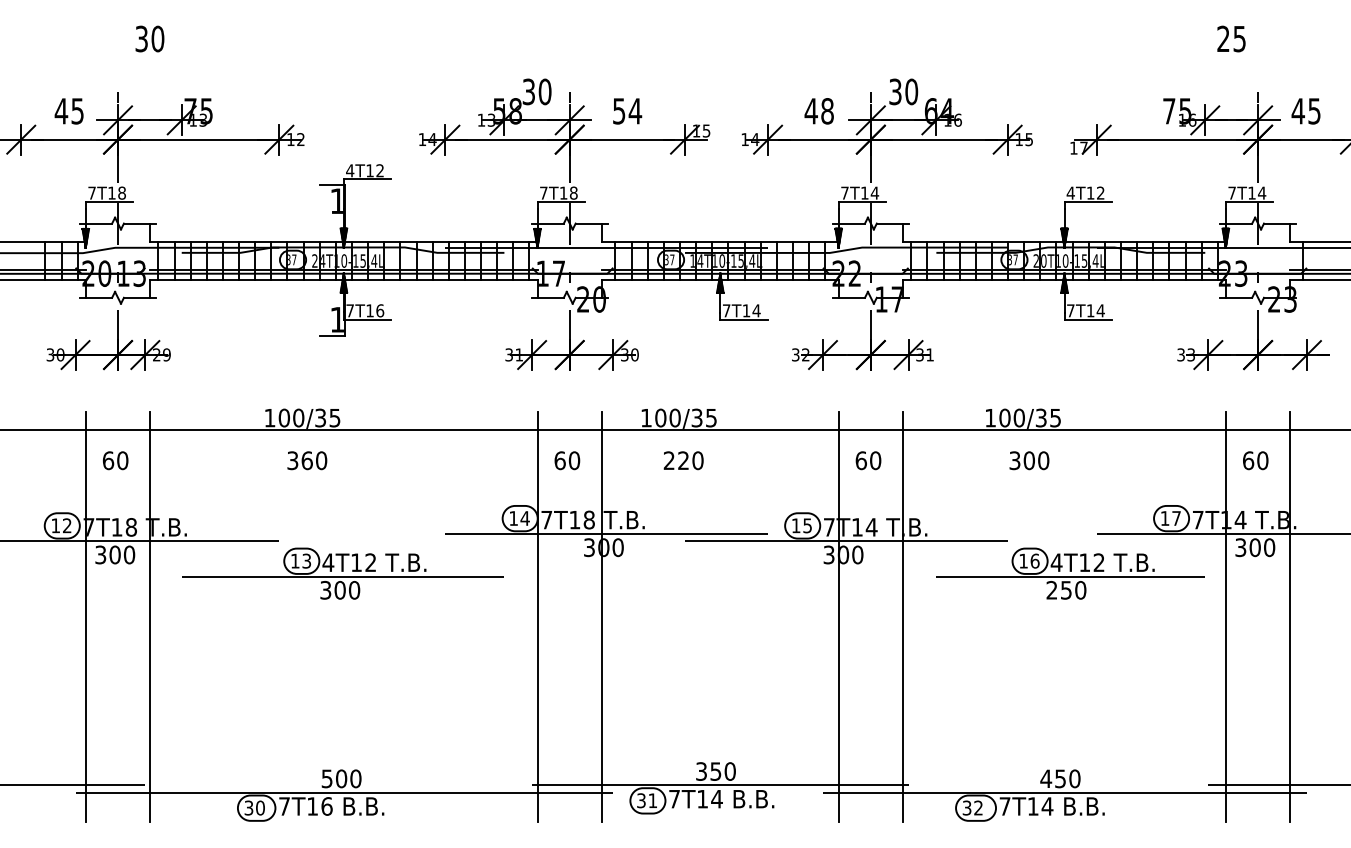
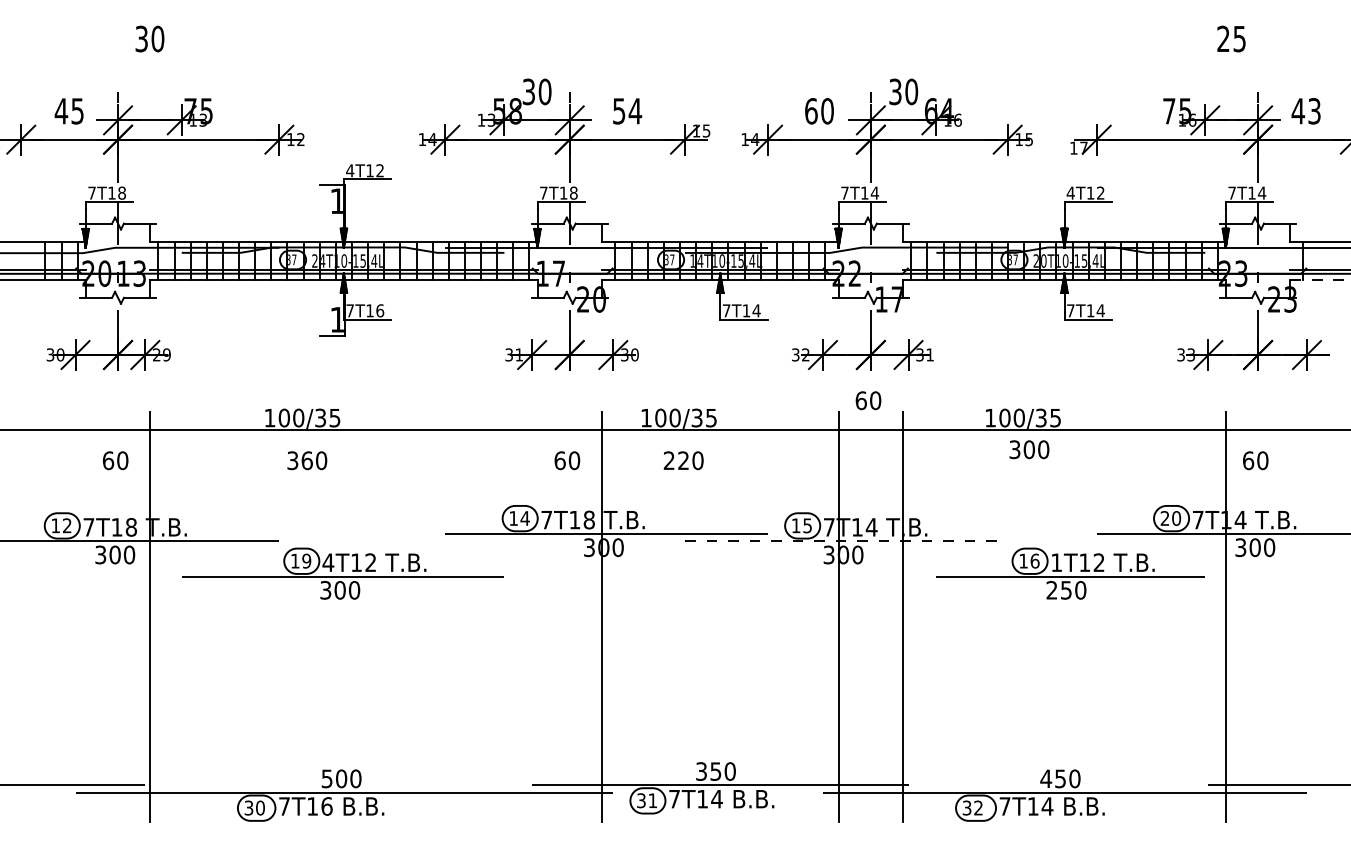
text at (1314, 110): 45 -> 43
text at (818, 111): 48 -> 60
line at (1320, 279): solid -> dashed
text at (868, 460) position: (868, 460) -> (868, 400)
text at (1029, 460) position: (1029, 460) -> (1029, 449)
text at (1170, 518): 17 -> 20
line at (846, 541): solid -> dashed
text at (306, 560): 13 -> 19
text at (1056, 562): 4T12 -> 1T12
line at (85, 617): present -> none
line at (537, 617): present -> none
line at (1290, 617): present -> none
